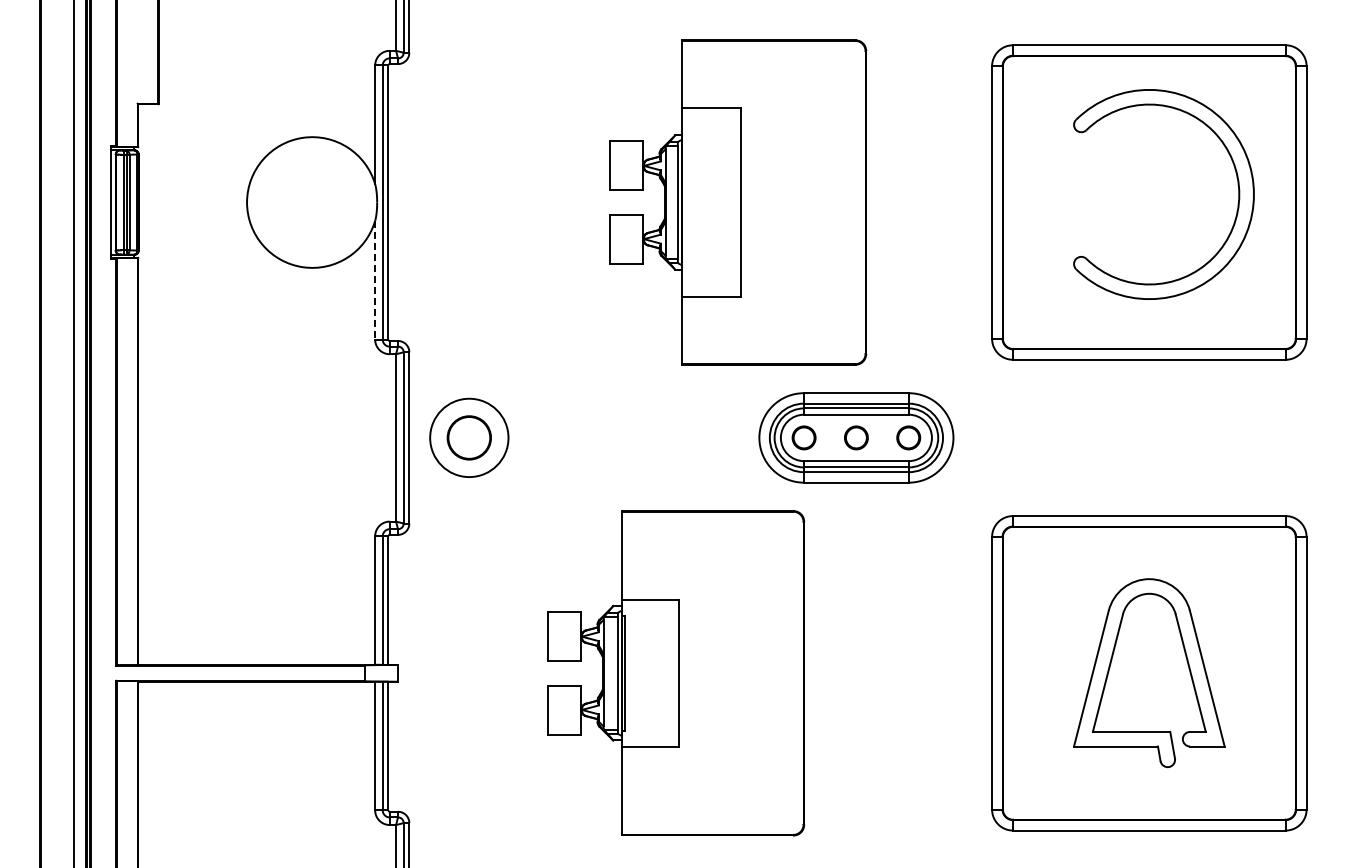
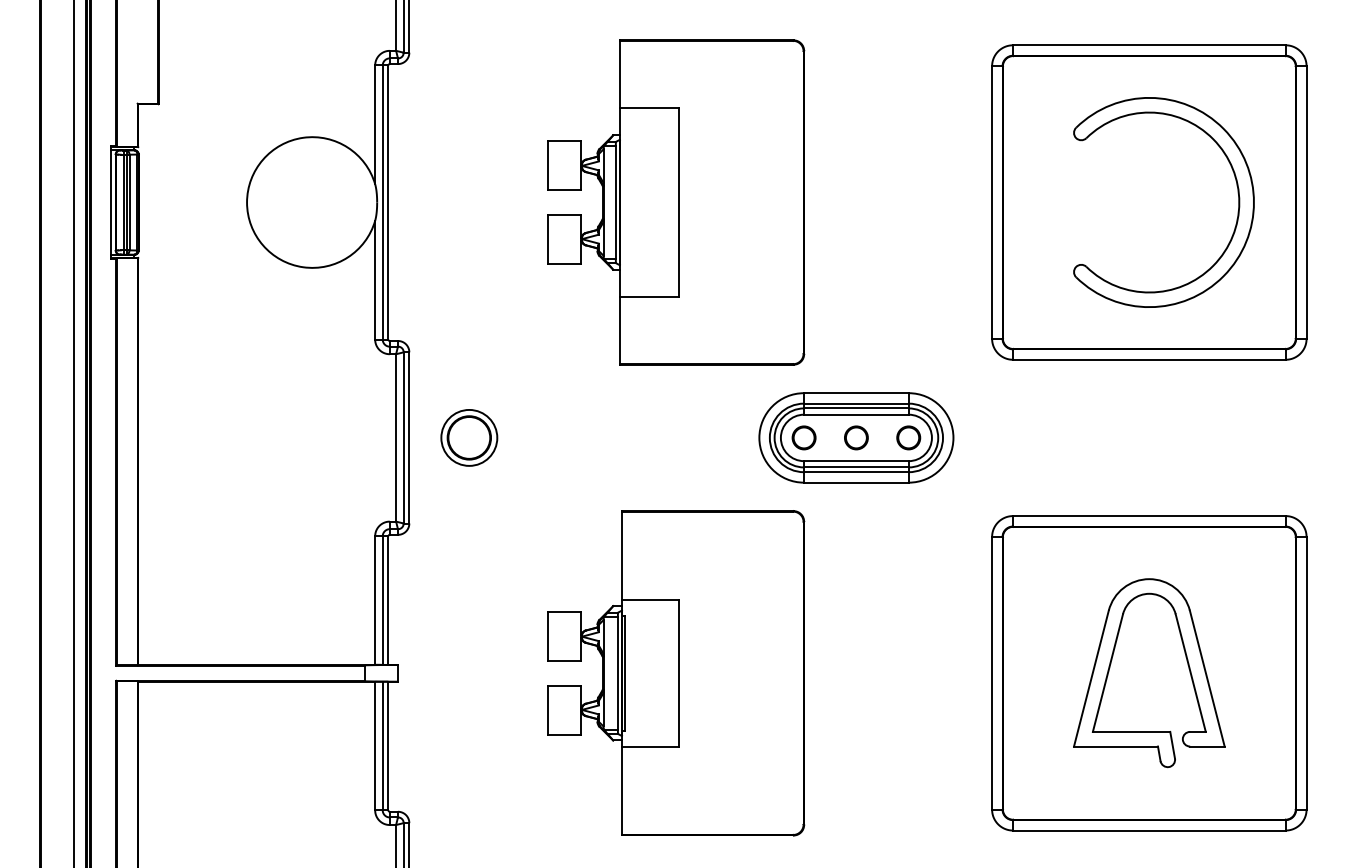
part at (1237, 185) position: (1237, 185) -> (1237, 193)
part at (738, 202) position: (738, 202) -> (676, 202)
line at (375, 280): dashed -> solid
circle at (469, 437) diameter: 78 px -> 56 px
